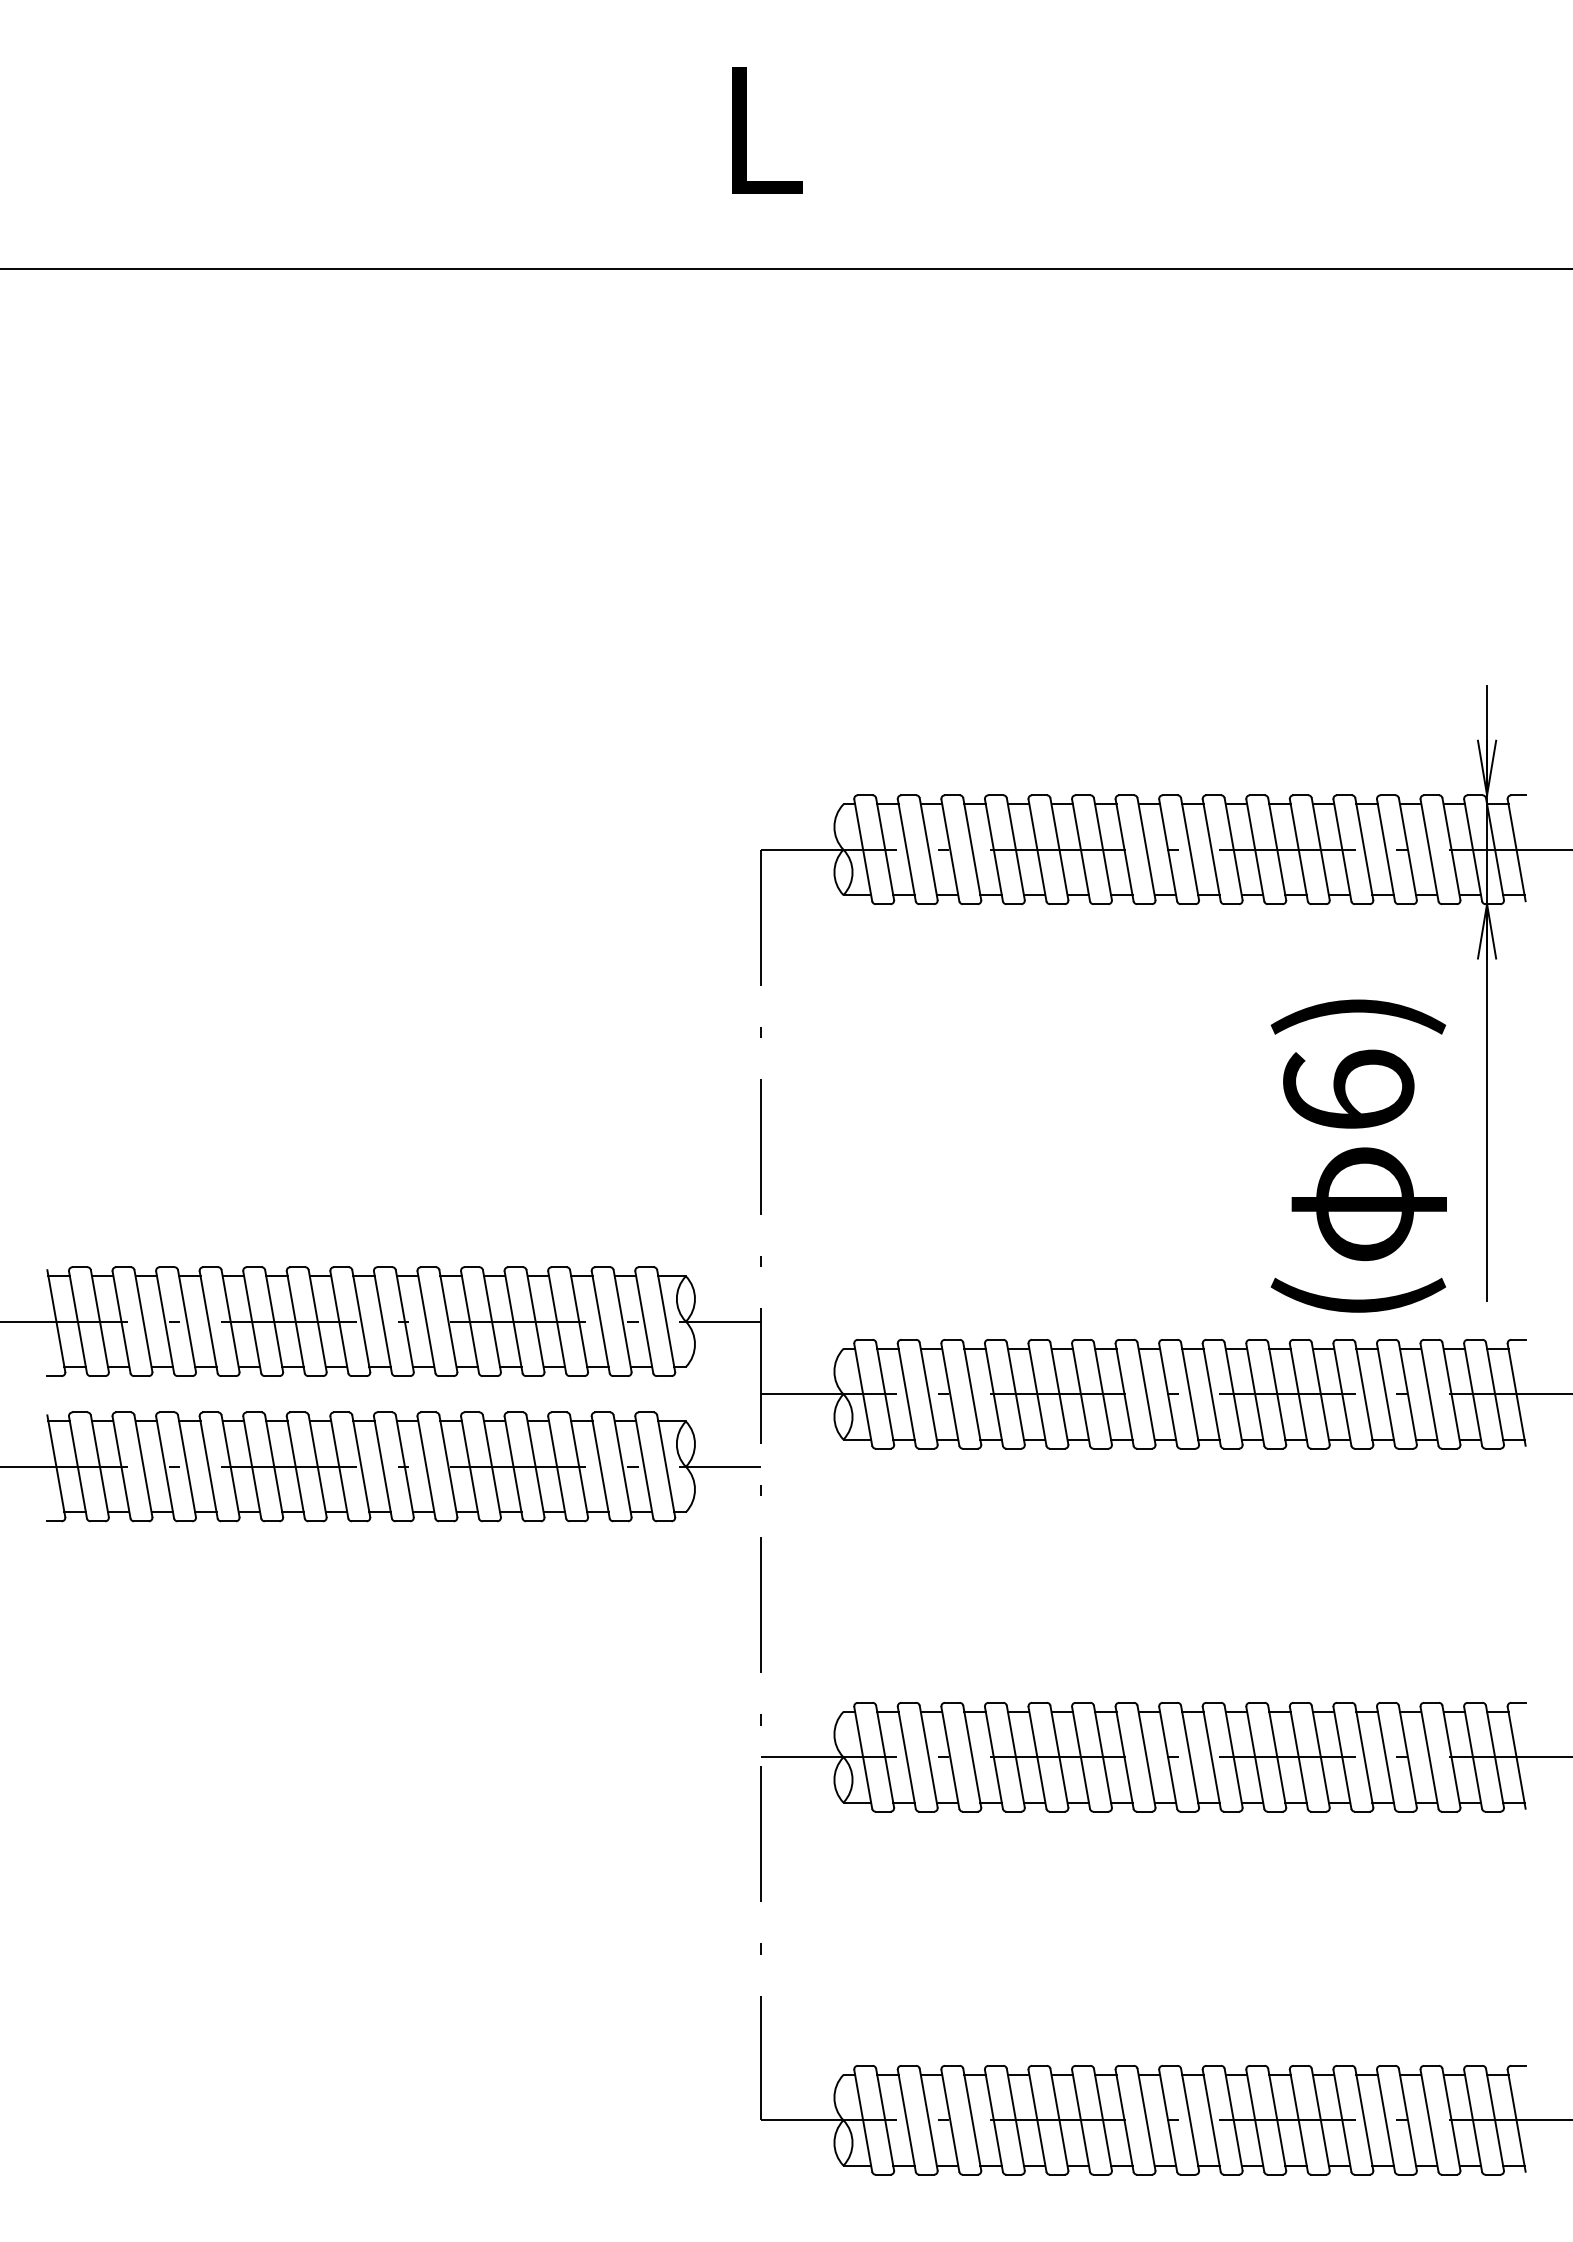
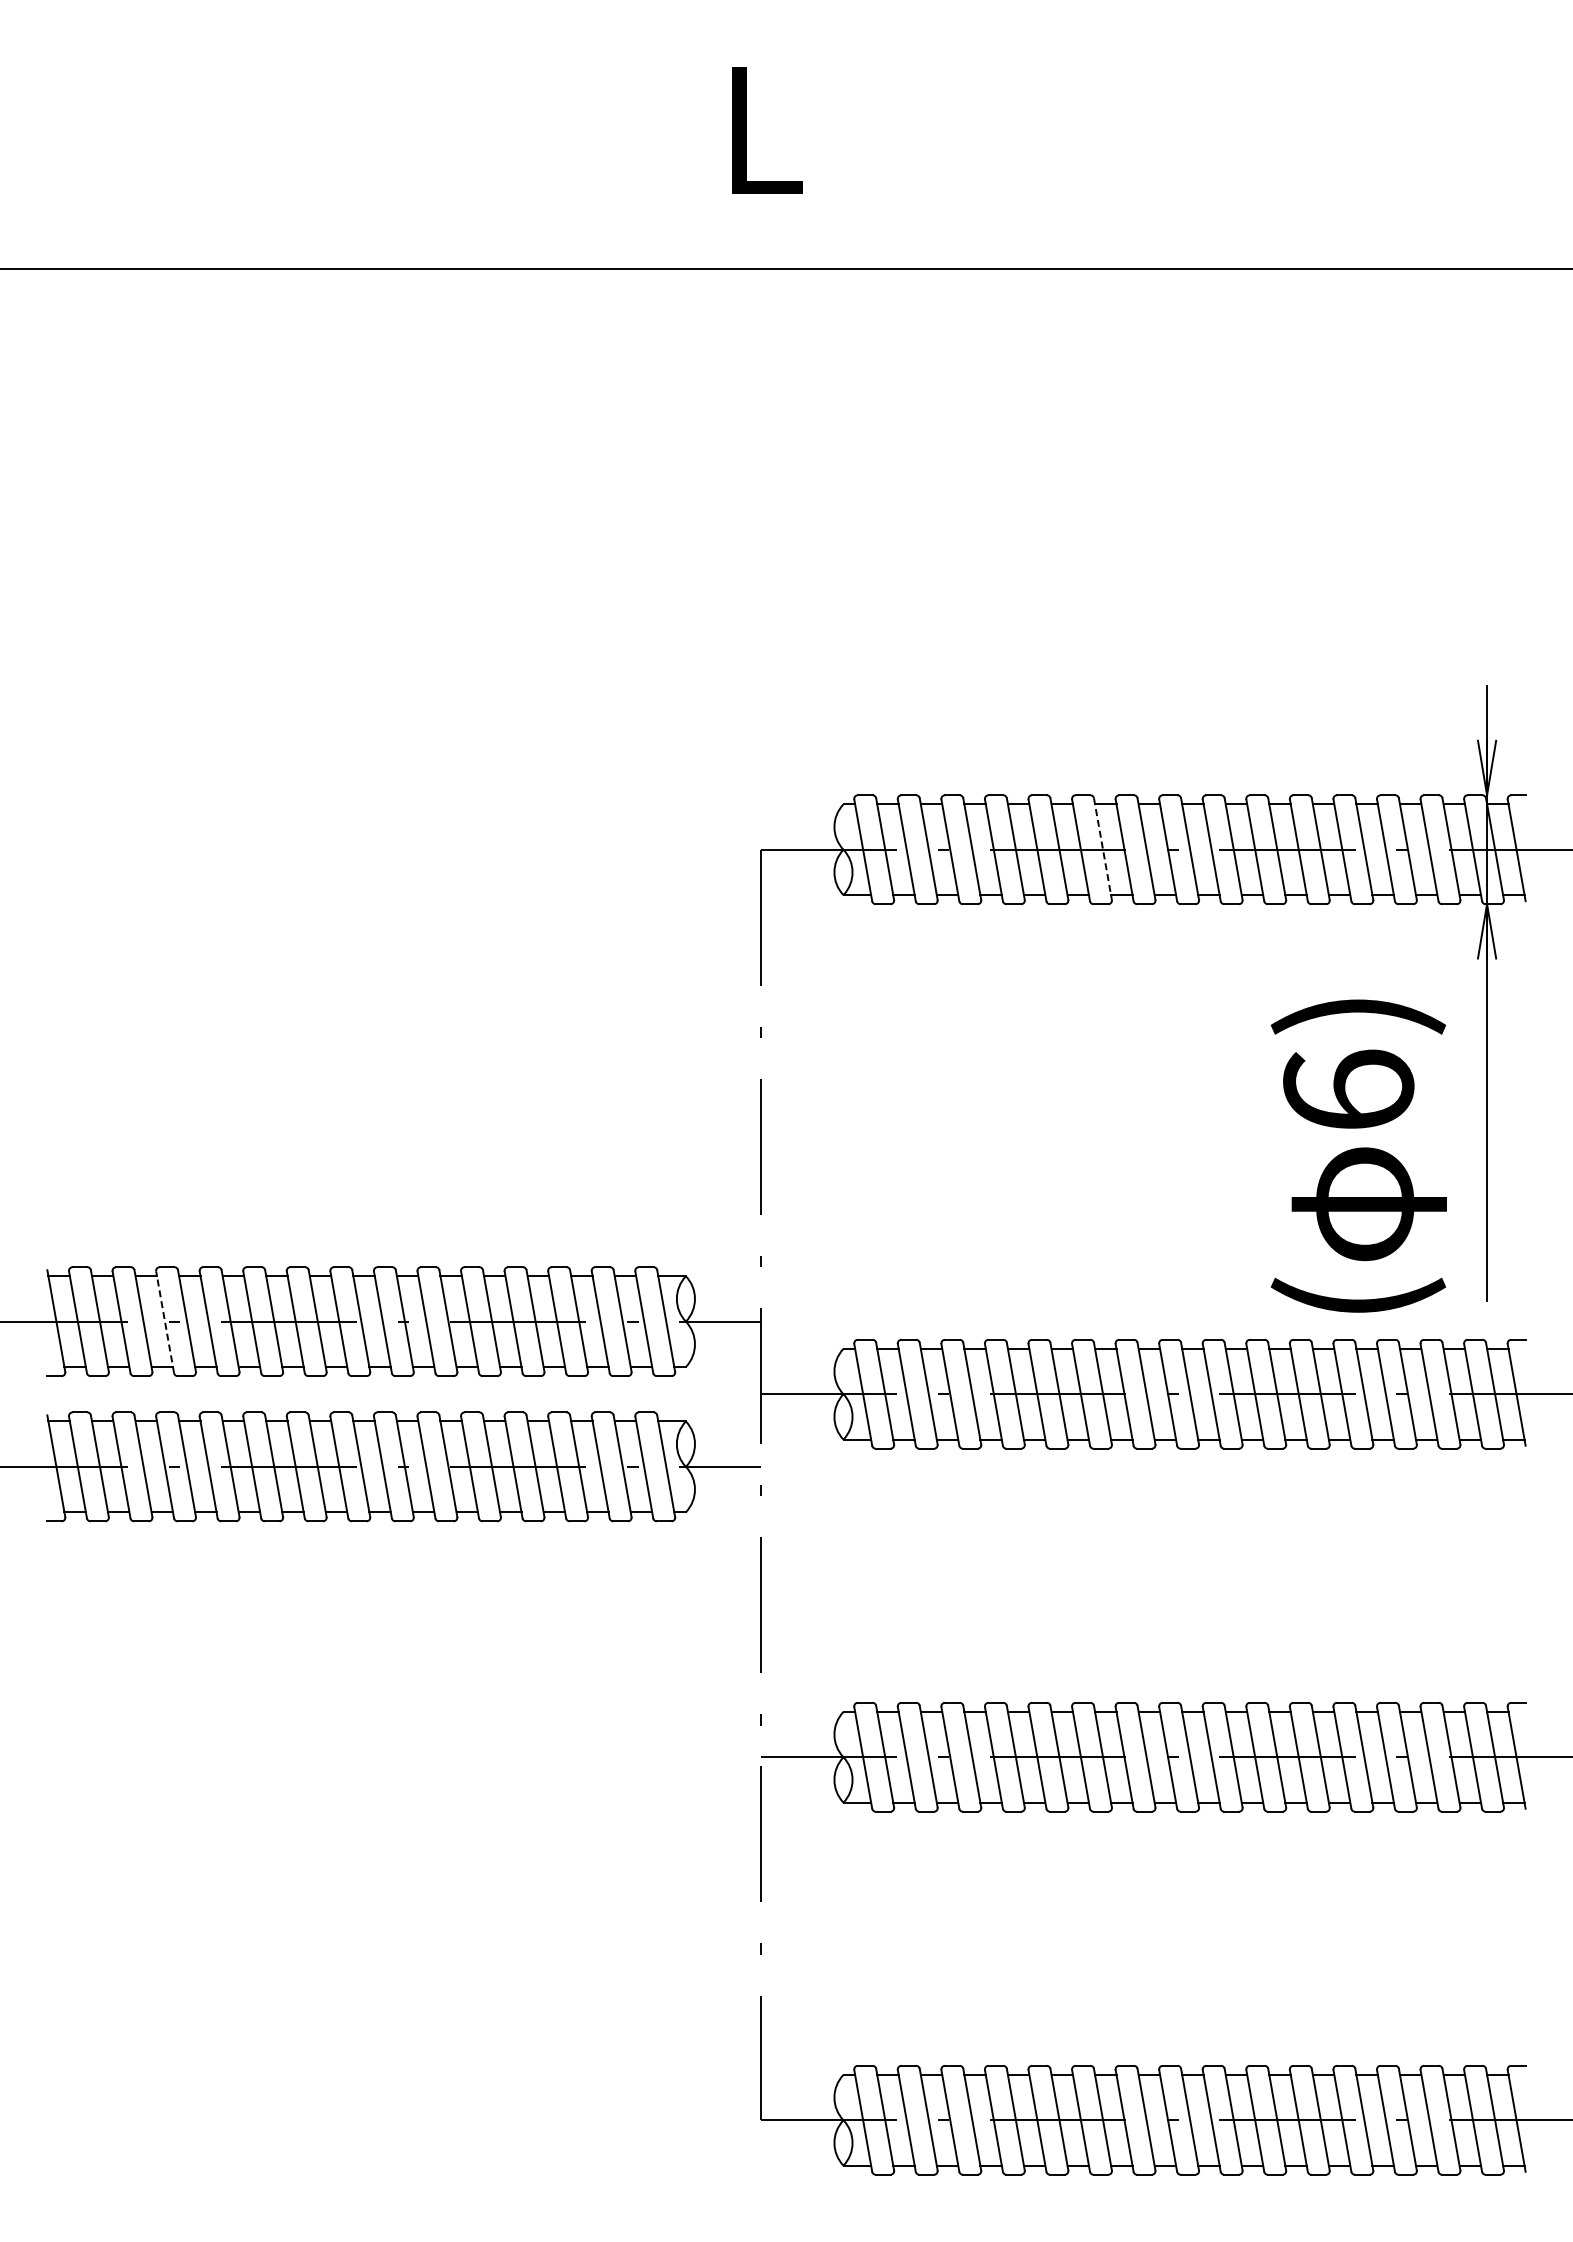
line at (1102, 849): solid -> dashed
line at (165, 1322): solid -> dashed
